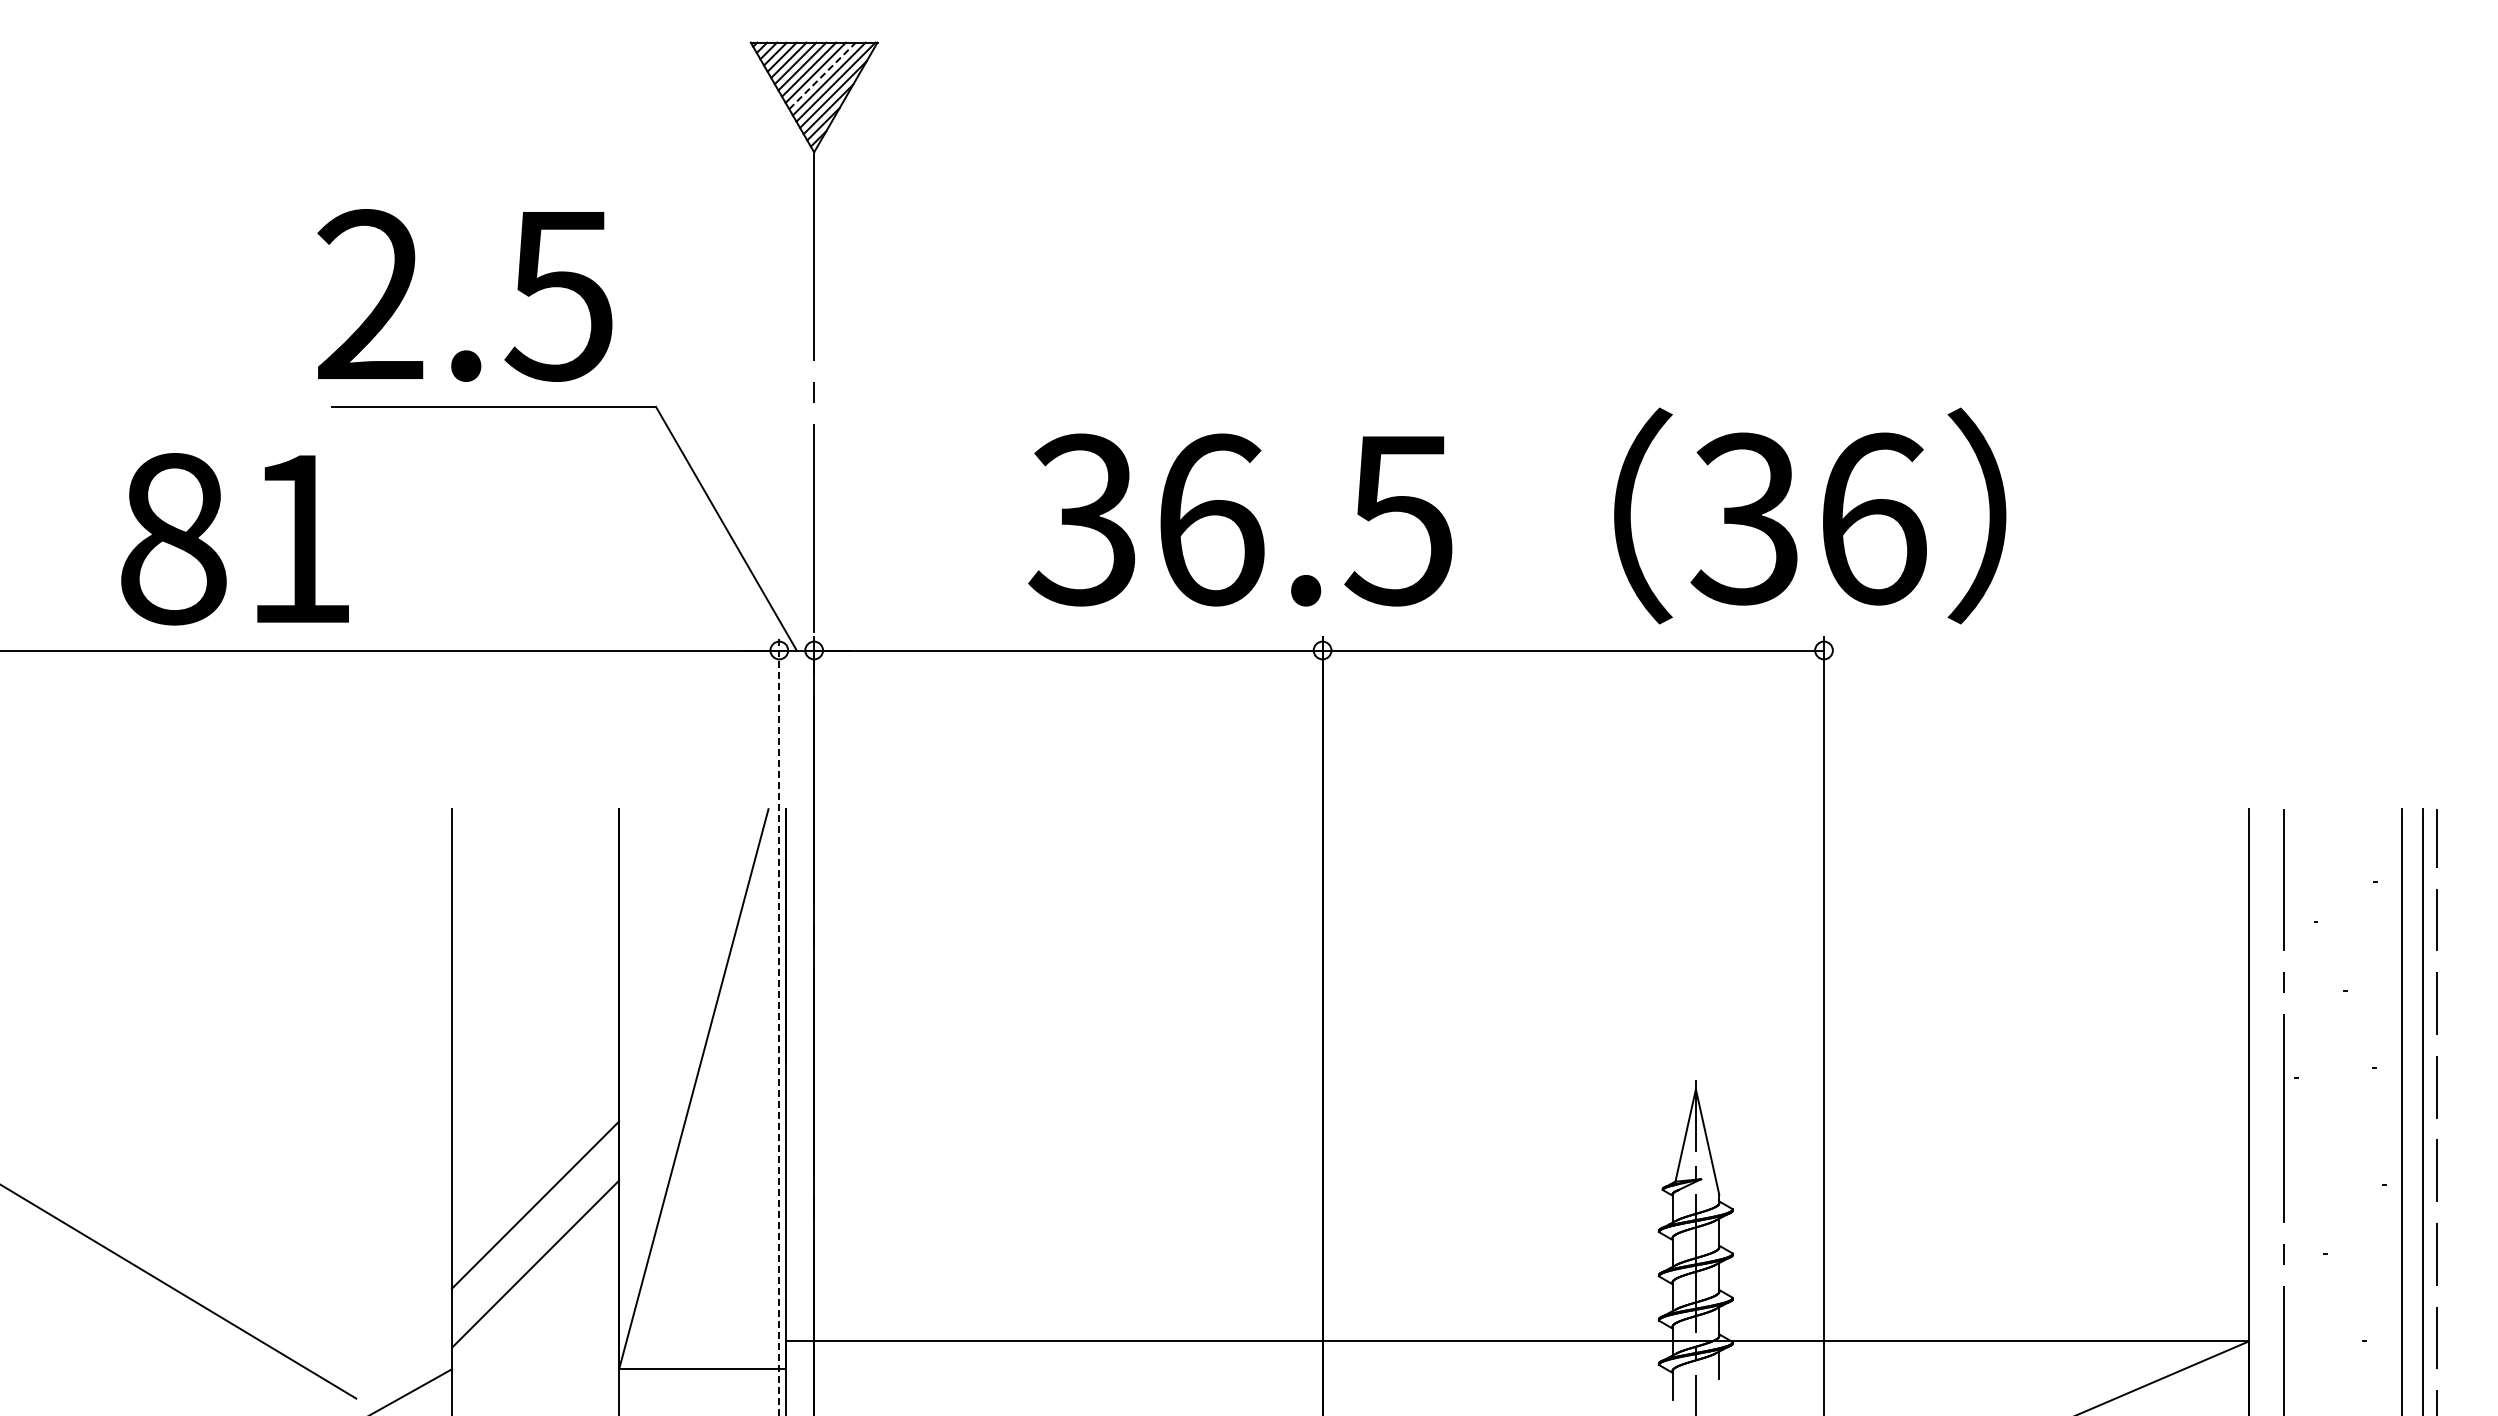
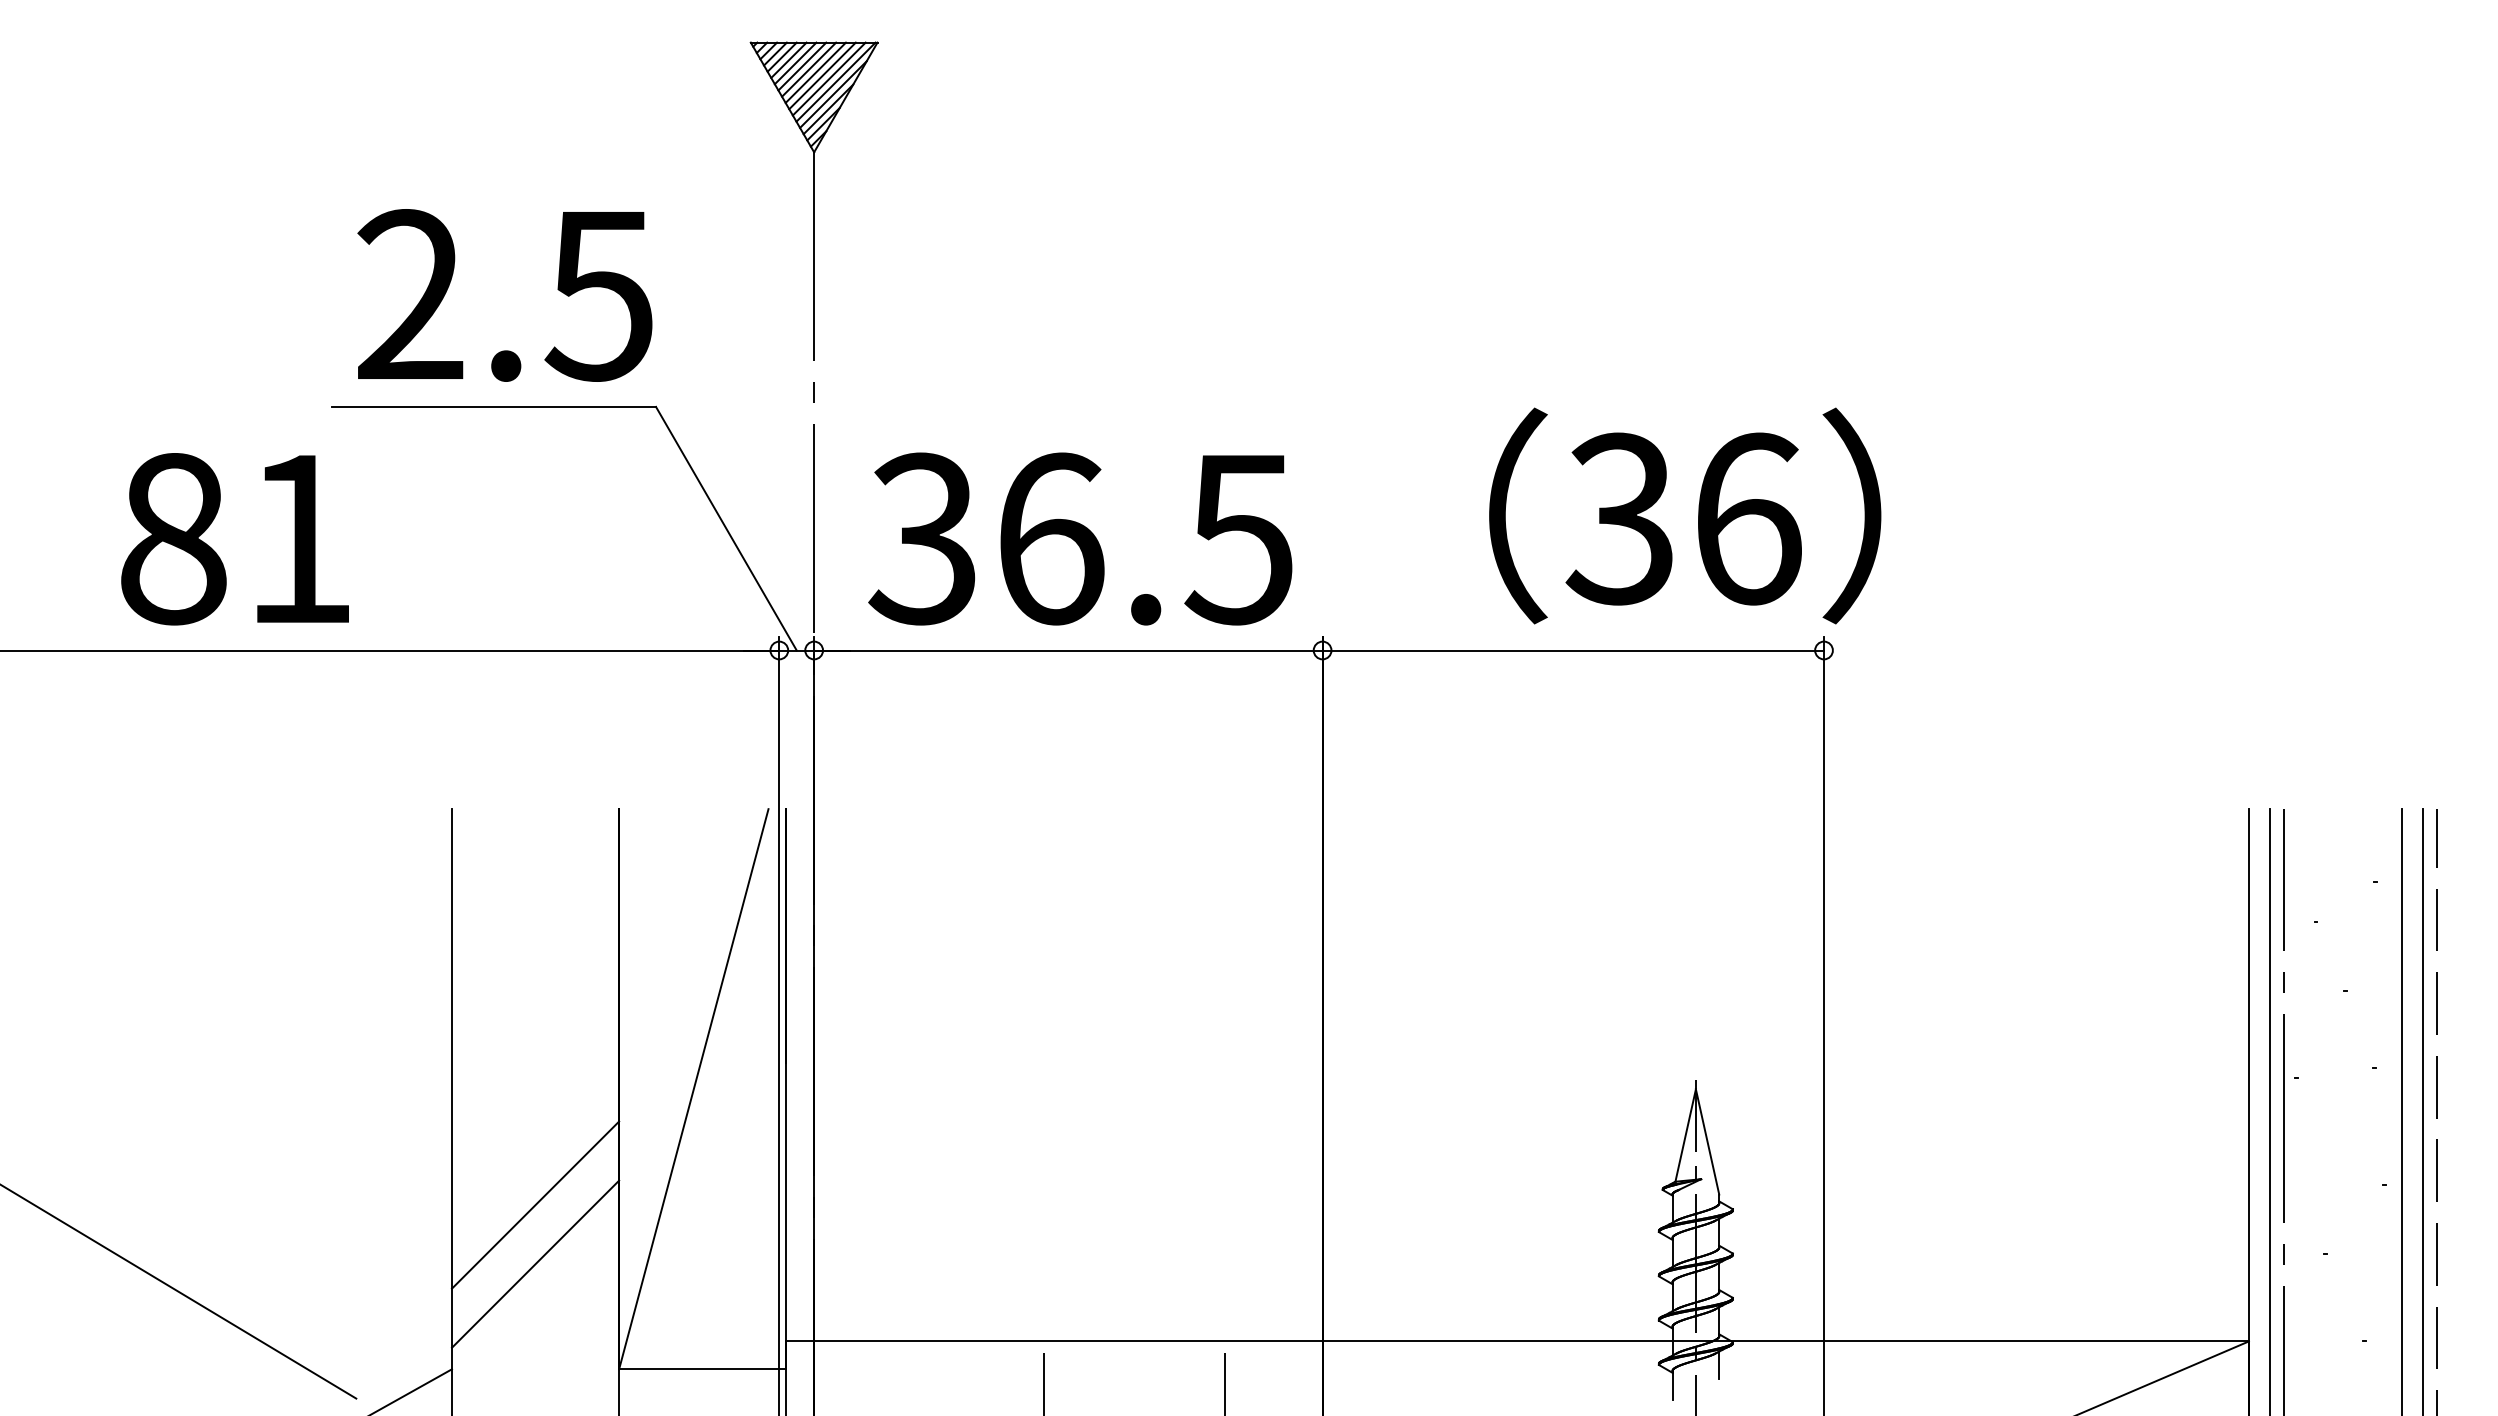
line at (822, 75): dashed -> solid
text at (464, 295) position: (464, 295) -> (504, 295)
text at (1810, 515) position: (1810, 515) -> (1685, 515)
text at (1240, 519) position: (1240, 519) -> (1080, 538)
line at (779, 1025): dashed -> solid
line at (2269, 1110): none -> present
line at (1044, 1382): none -> present
line at (1225, 1382): none -> present
